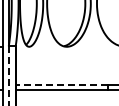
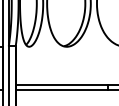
line at (8, 76): dashed -> solid
line at (61, 84): dashed -> solid
